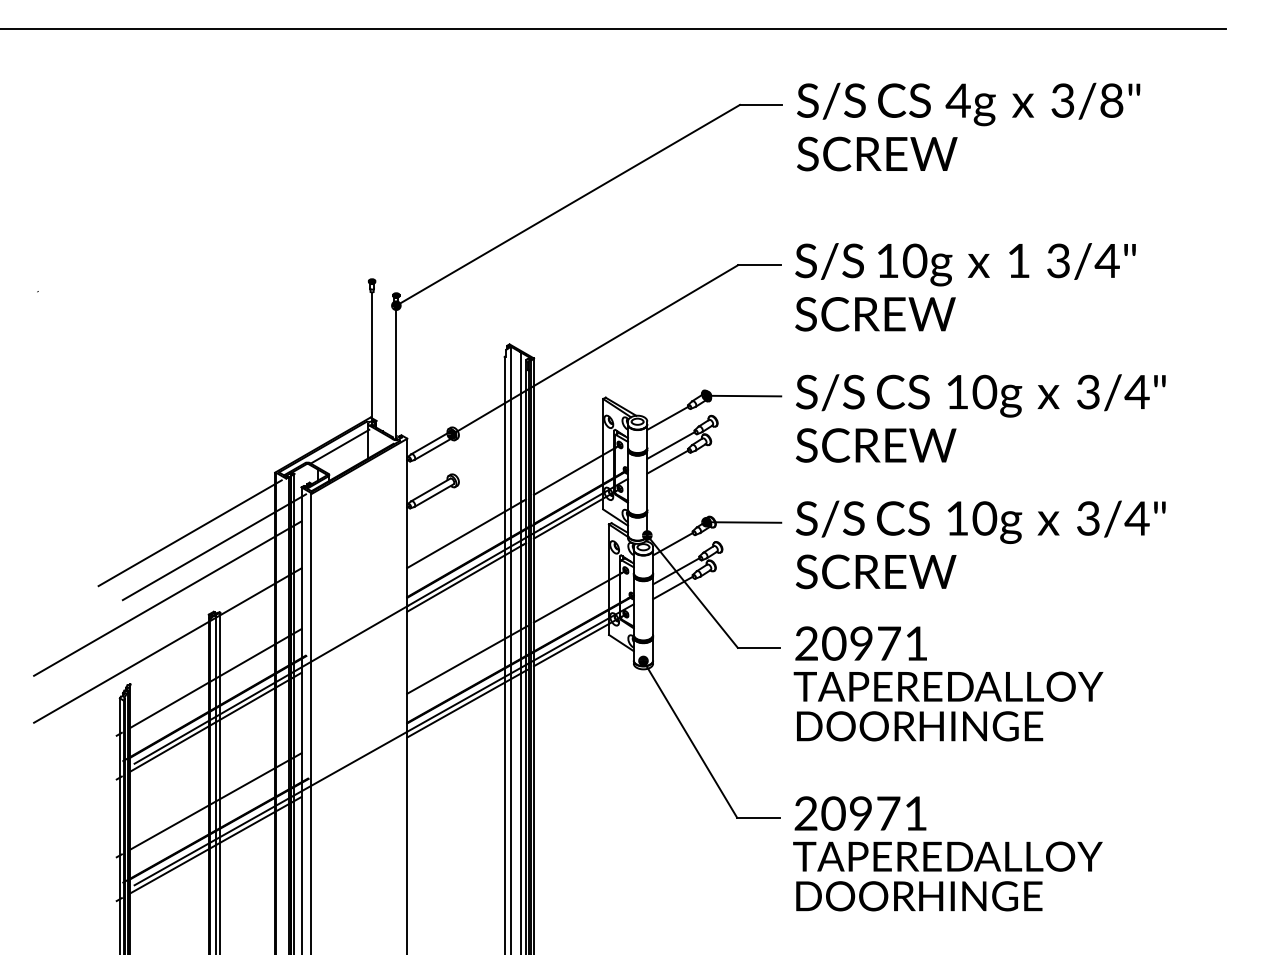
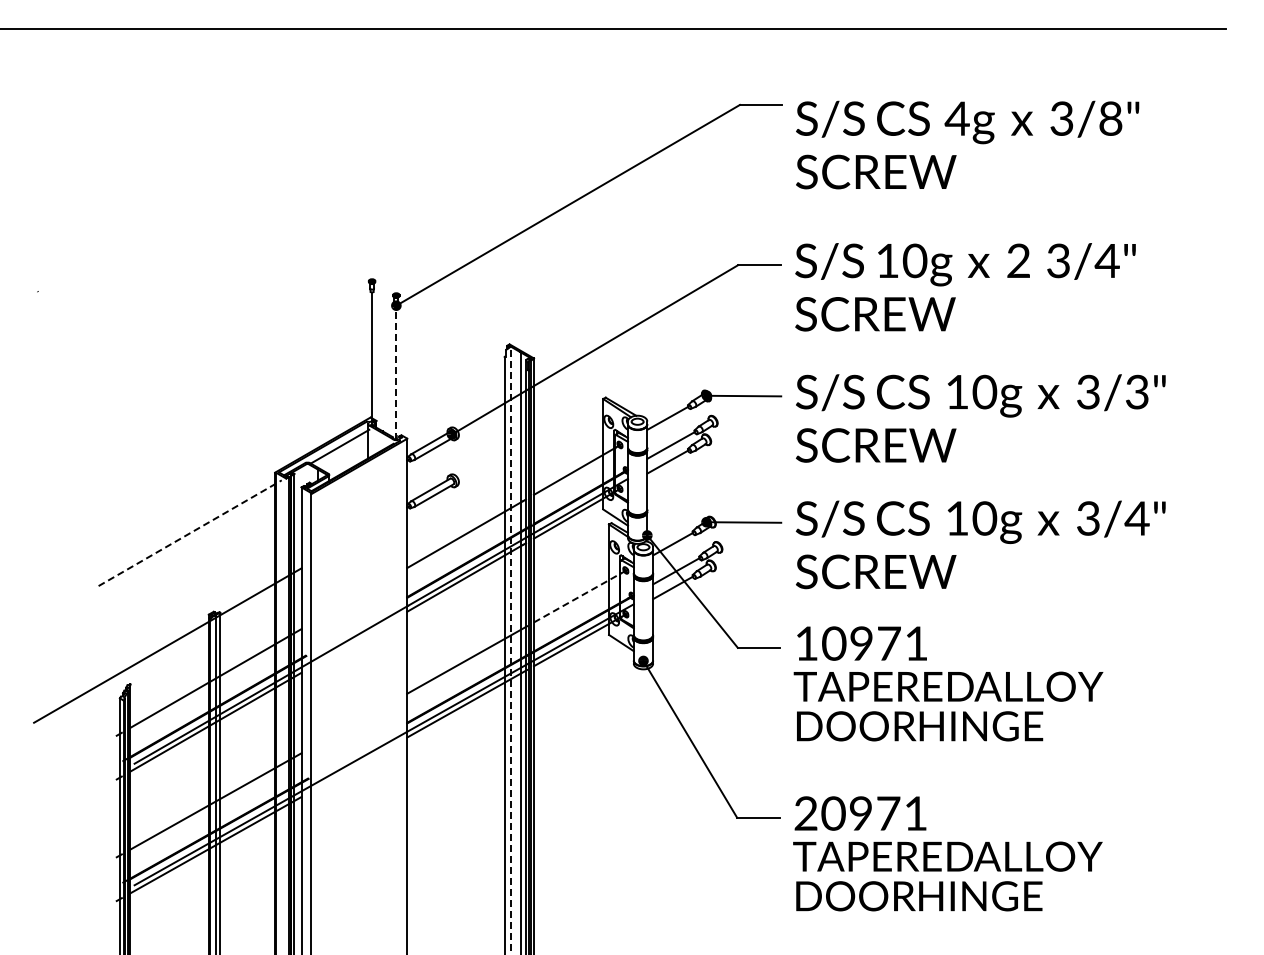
text at (968, 126) position: (968, 126) -> (967, 144)
text at (1018, 260): 1 -> 2
line at (396, 373): solid -> dashed
text at (1136, 391): 3/4" -> 3/3"
line at (190, 533): solid -> dashed
line at (214, 547): present -> none
line at (578, 597): solid -> dashed
line at (167, 598): present -> none
text at (806, 643): 20971 -> 10971
line at (510, 650): solid -> dashed
